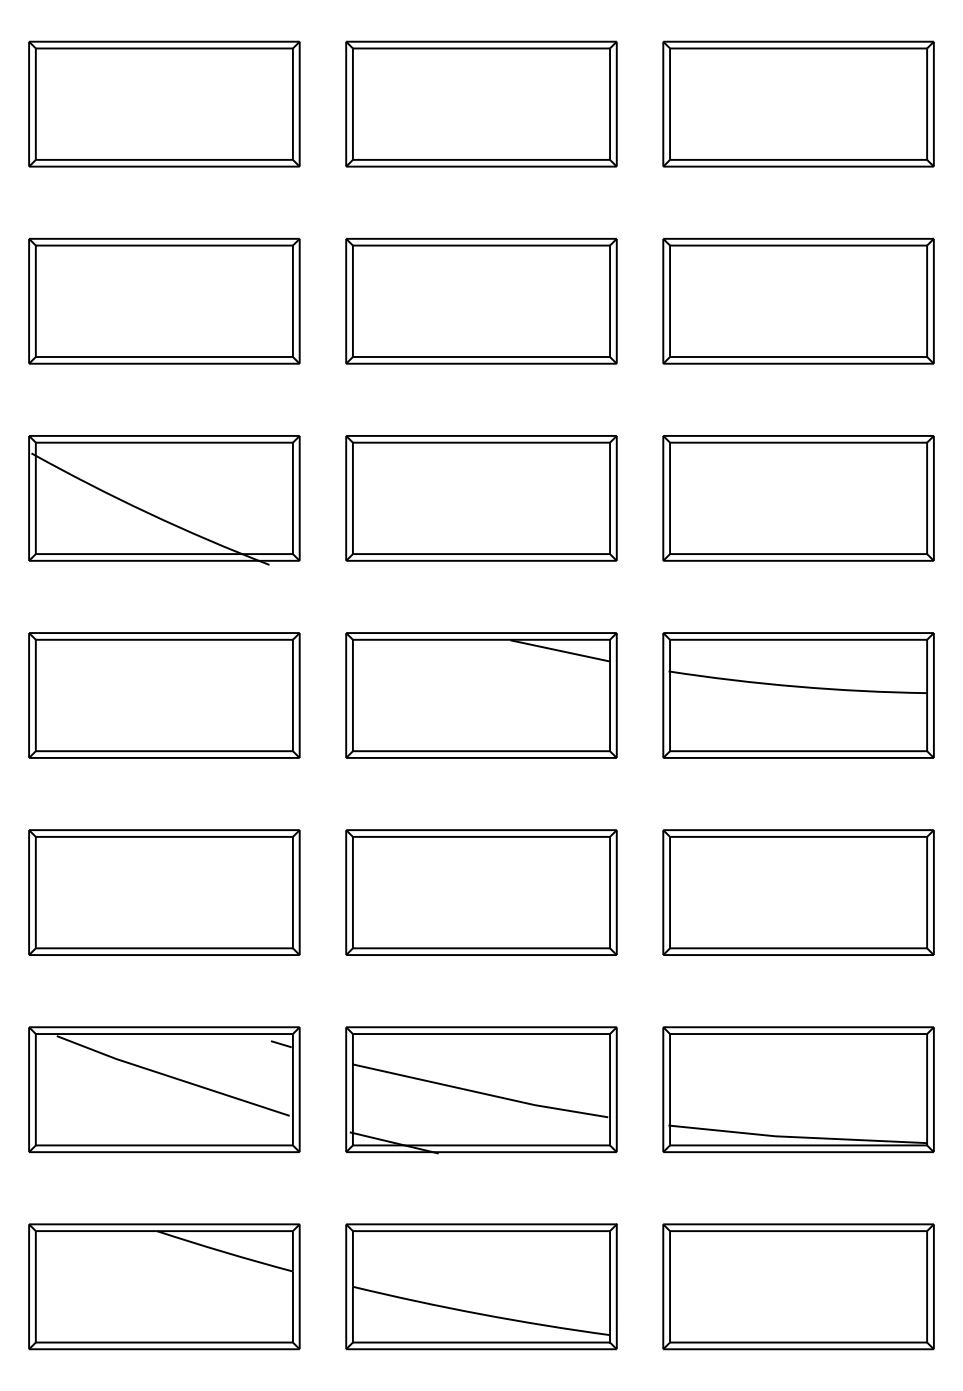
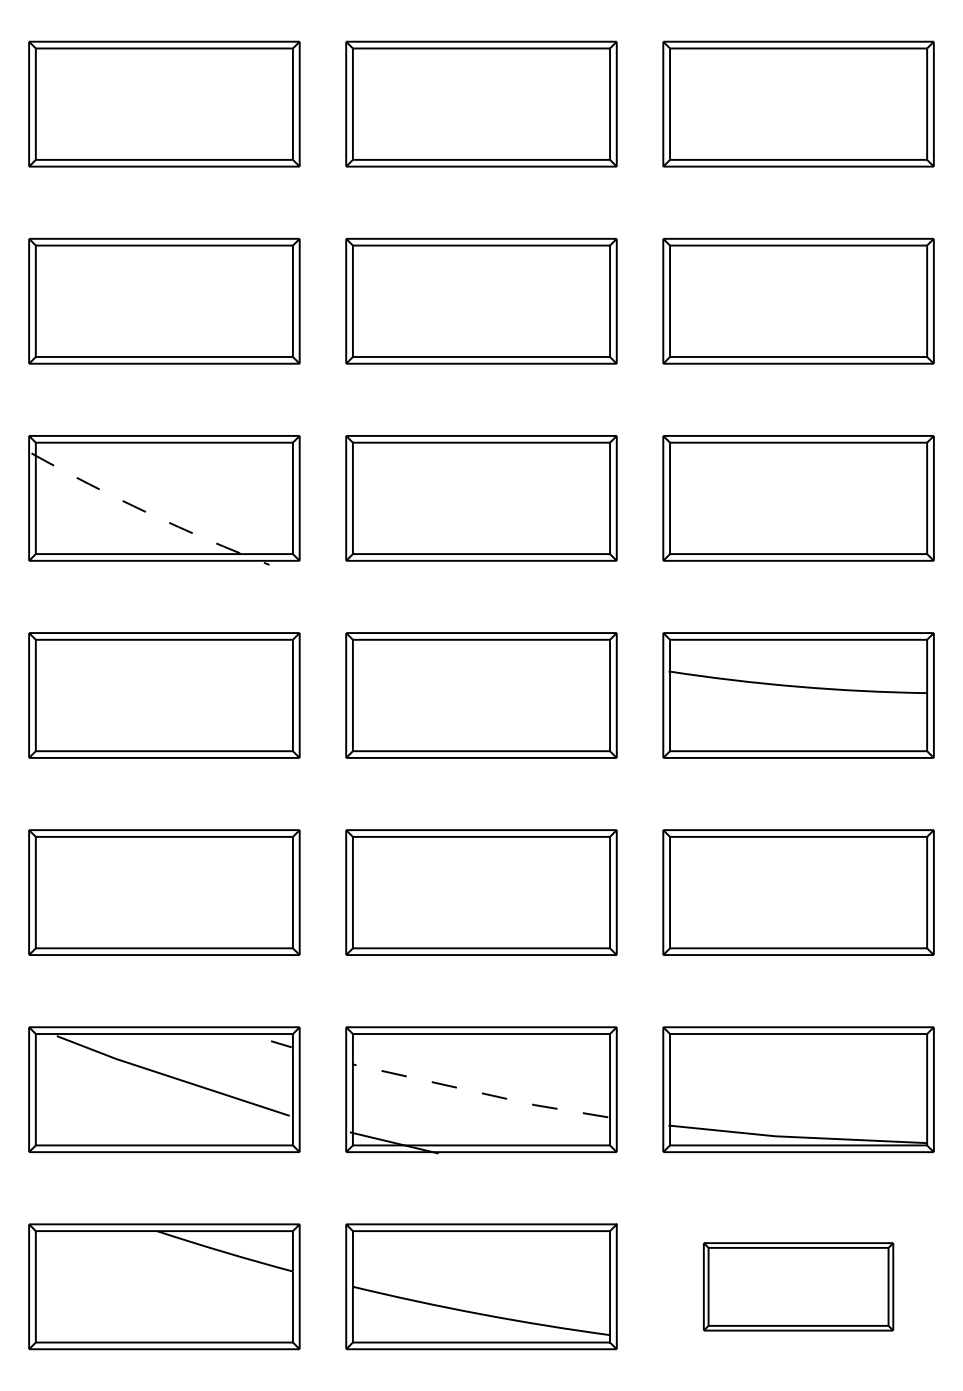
arc at (148, 513): solid -> dashed
line at (559, 650): present -> none
line at (480, 1092): solid -> dashed
part at (798, 1286) size: 273x128 px -> 192x90 px
